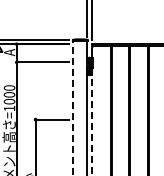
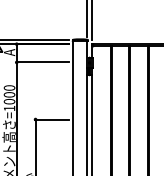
line at (73, 107): dashed -> solid
line at (92, 121): dashed -> solid
